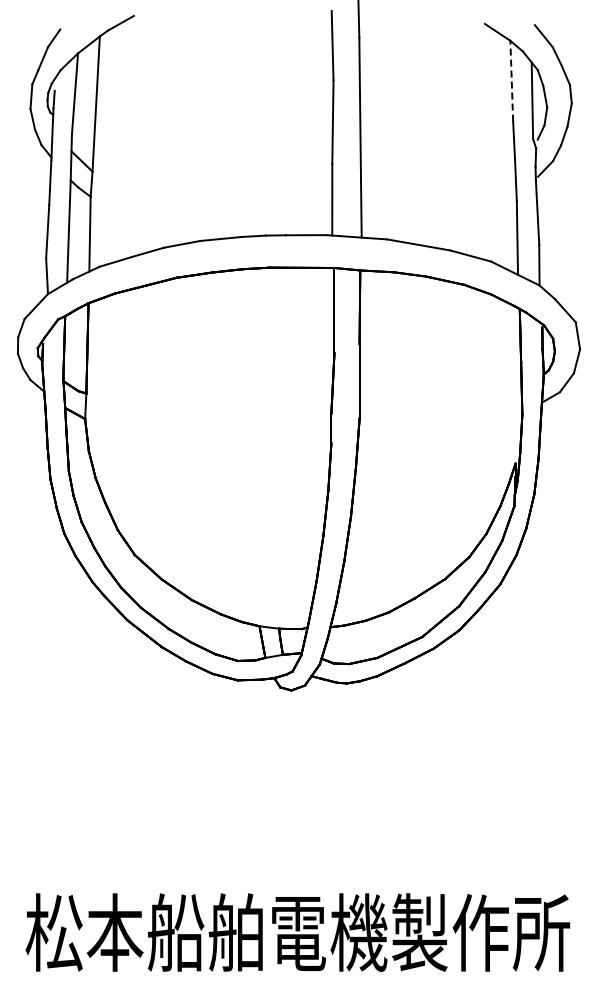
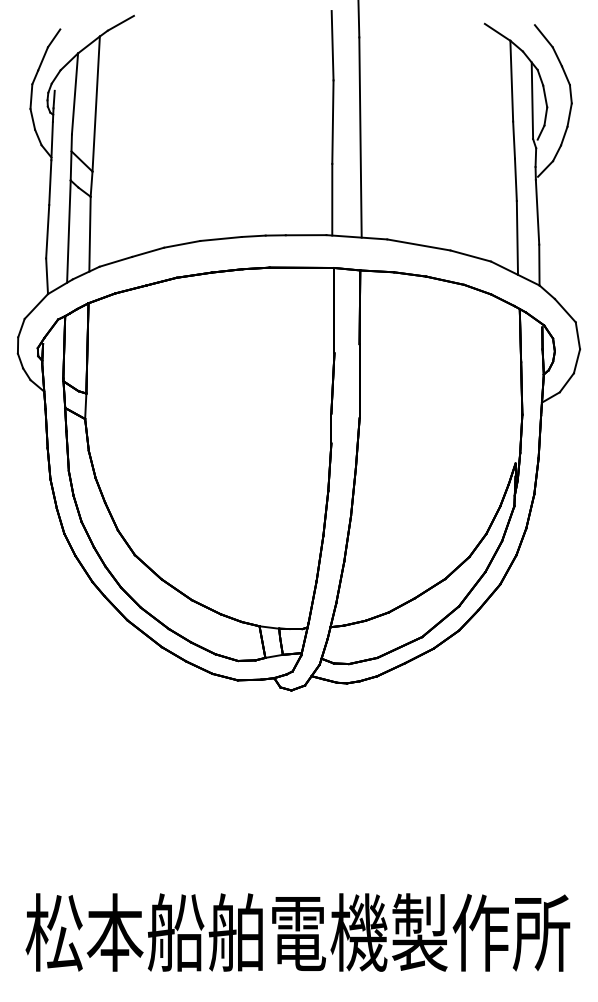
line at (511, 80): dashed -> solid
